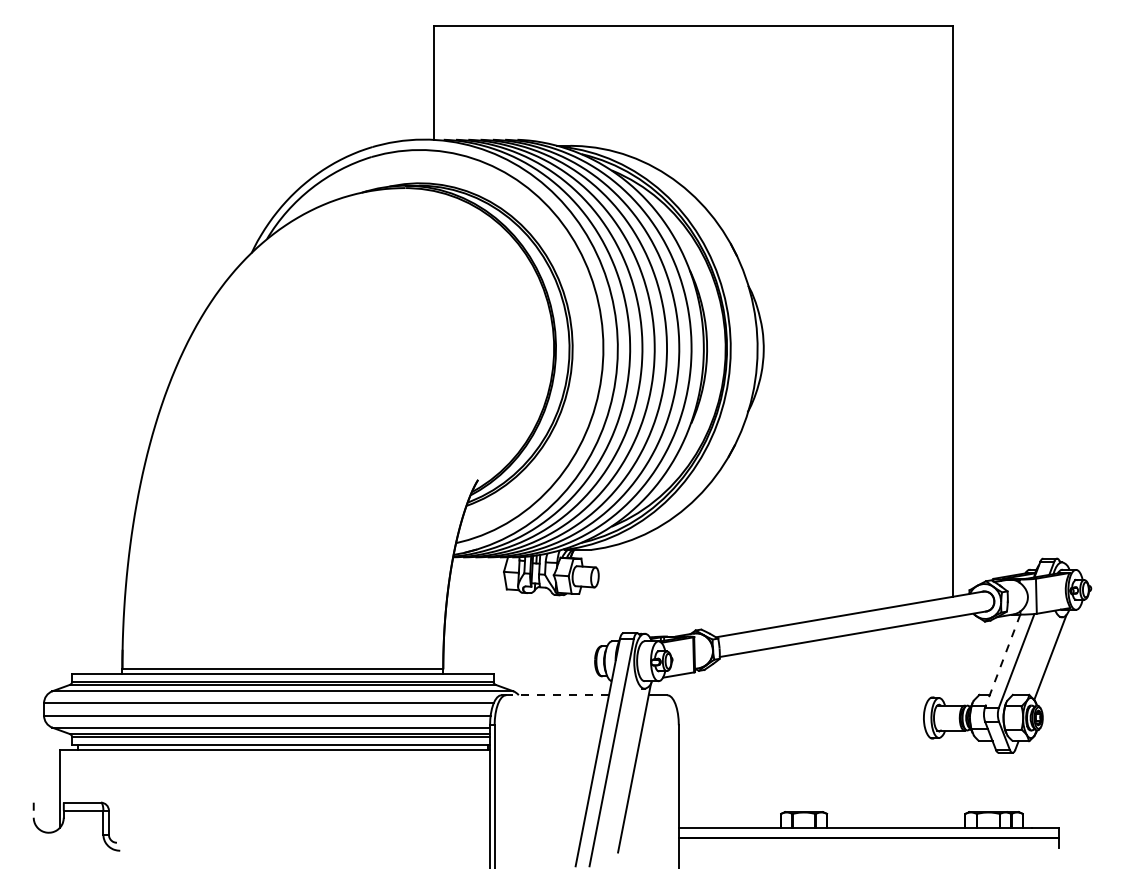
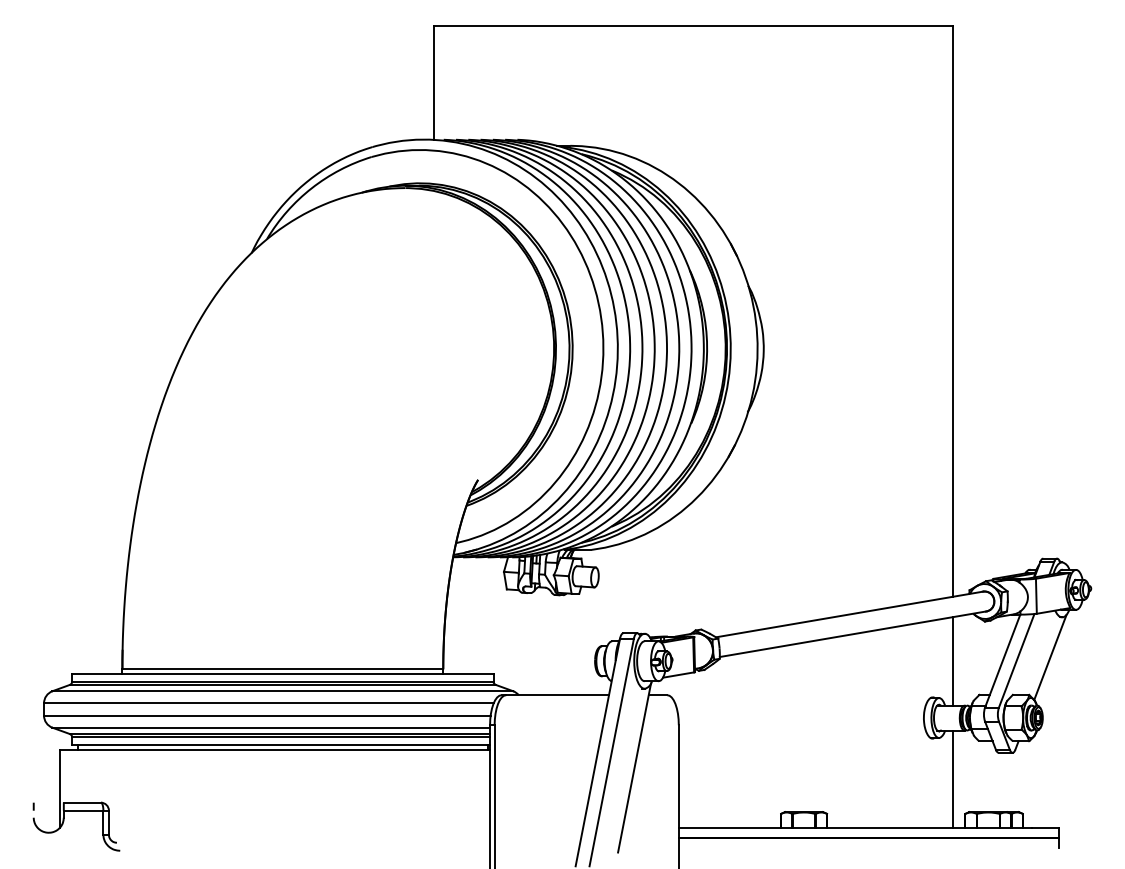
line at (952, 661): none -> present
line at (1002, 661): dashed -> solid
line at (557, 695): dashed -> solid
line at (952, 779): none -> present
